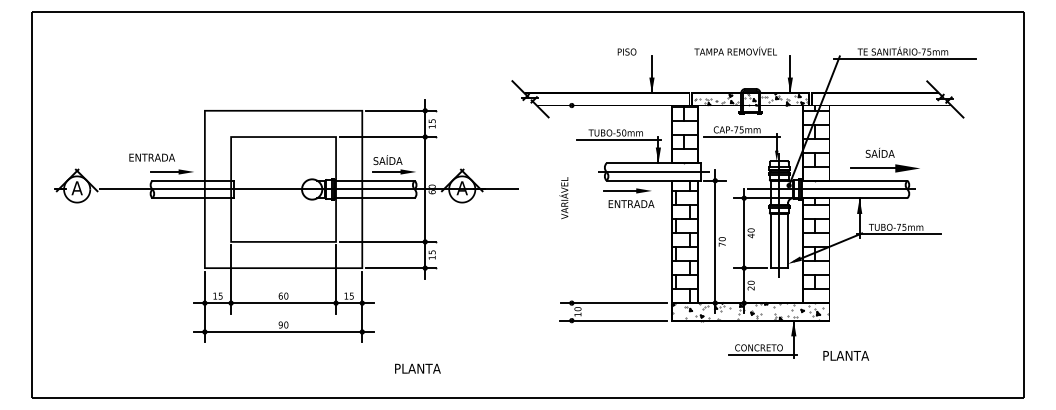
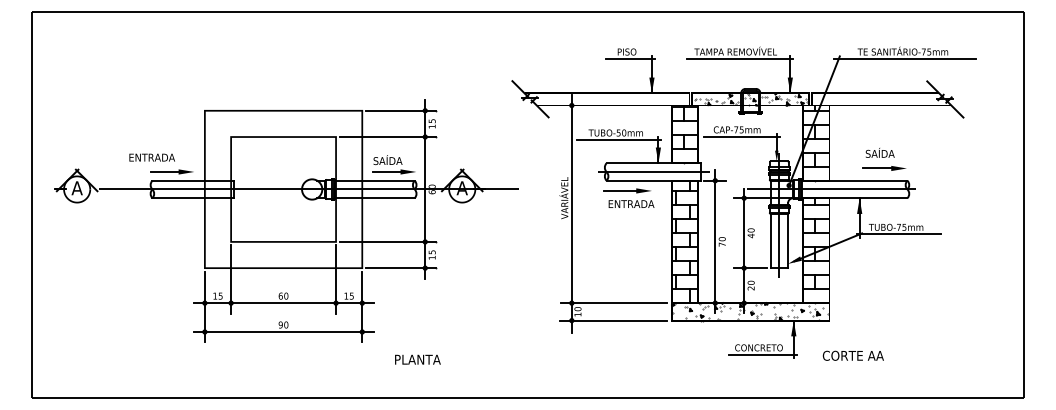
line at (629, 59): none -> present
line at (740, 59): none -> present
part at (884, 168) size: 70x9 px -> 45x5 px
line at (571, 213): none -> present
text at (852, 355): PLANTA -> CORTE AA
text at (417, 368) position: (417, 368) -> (417, 359)
